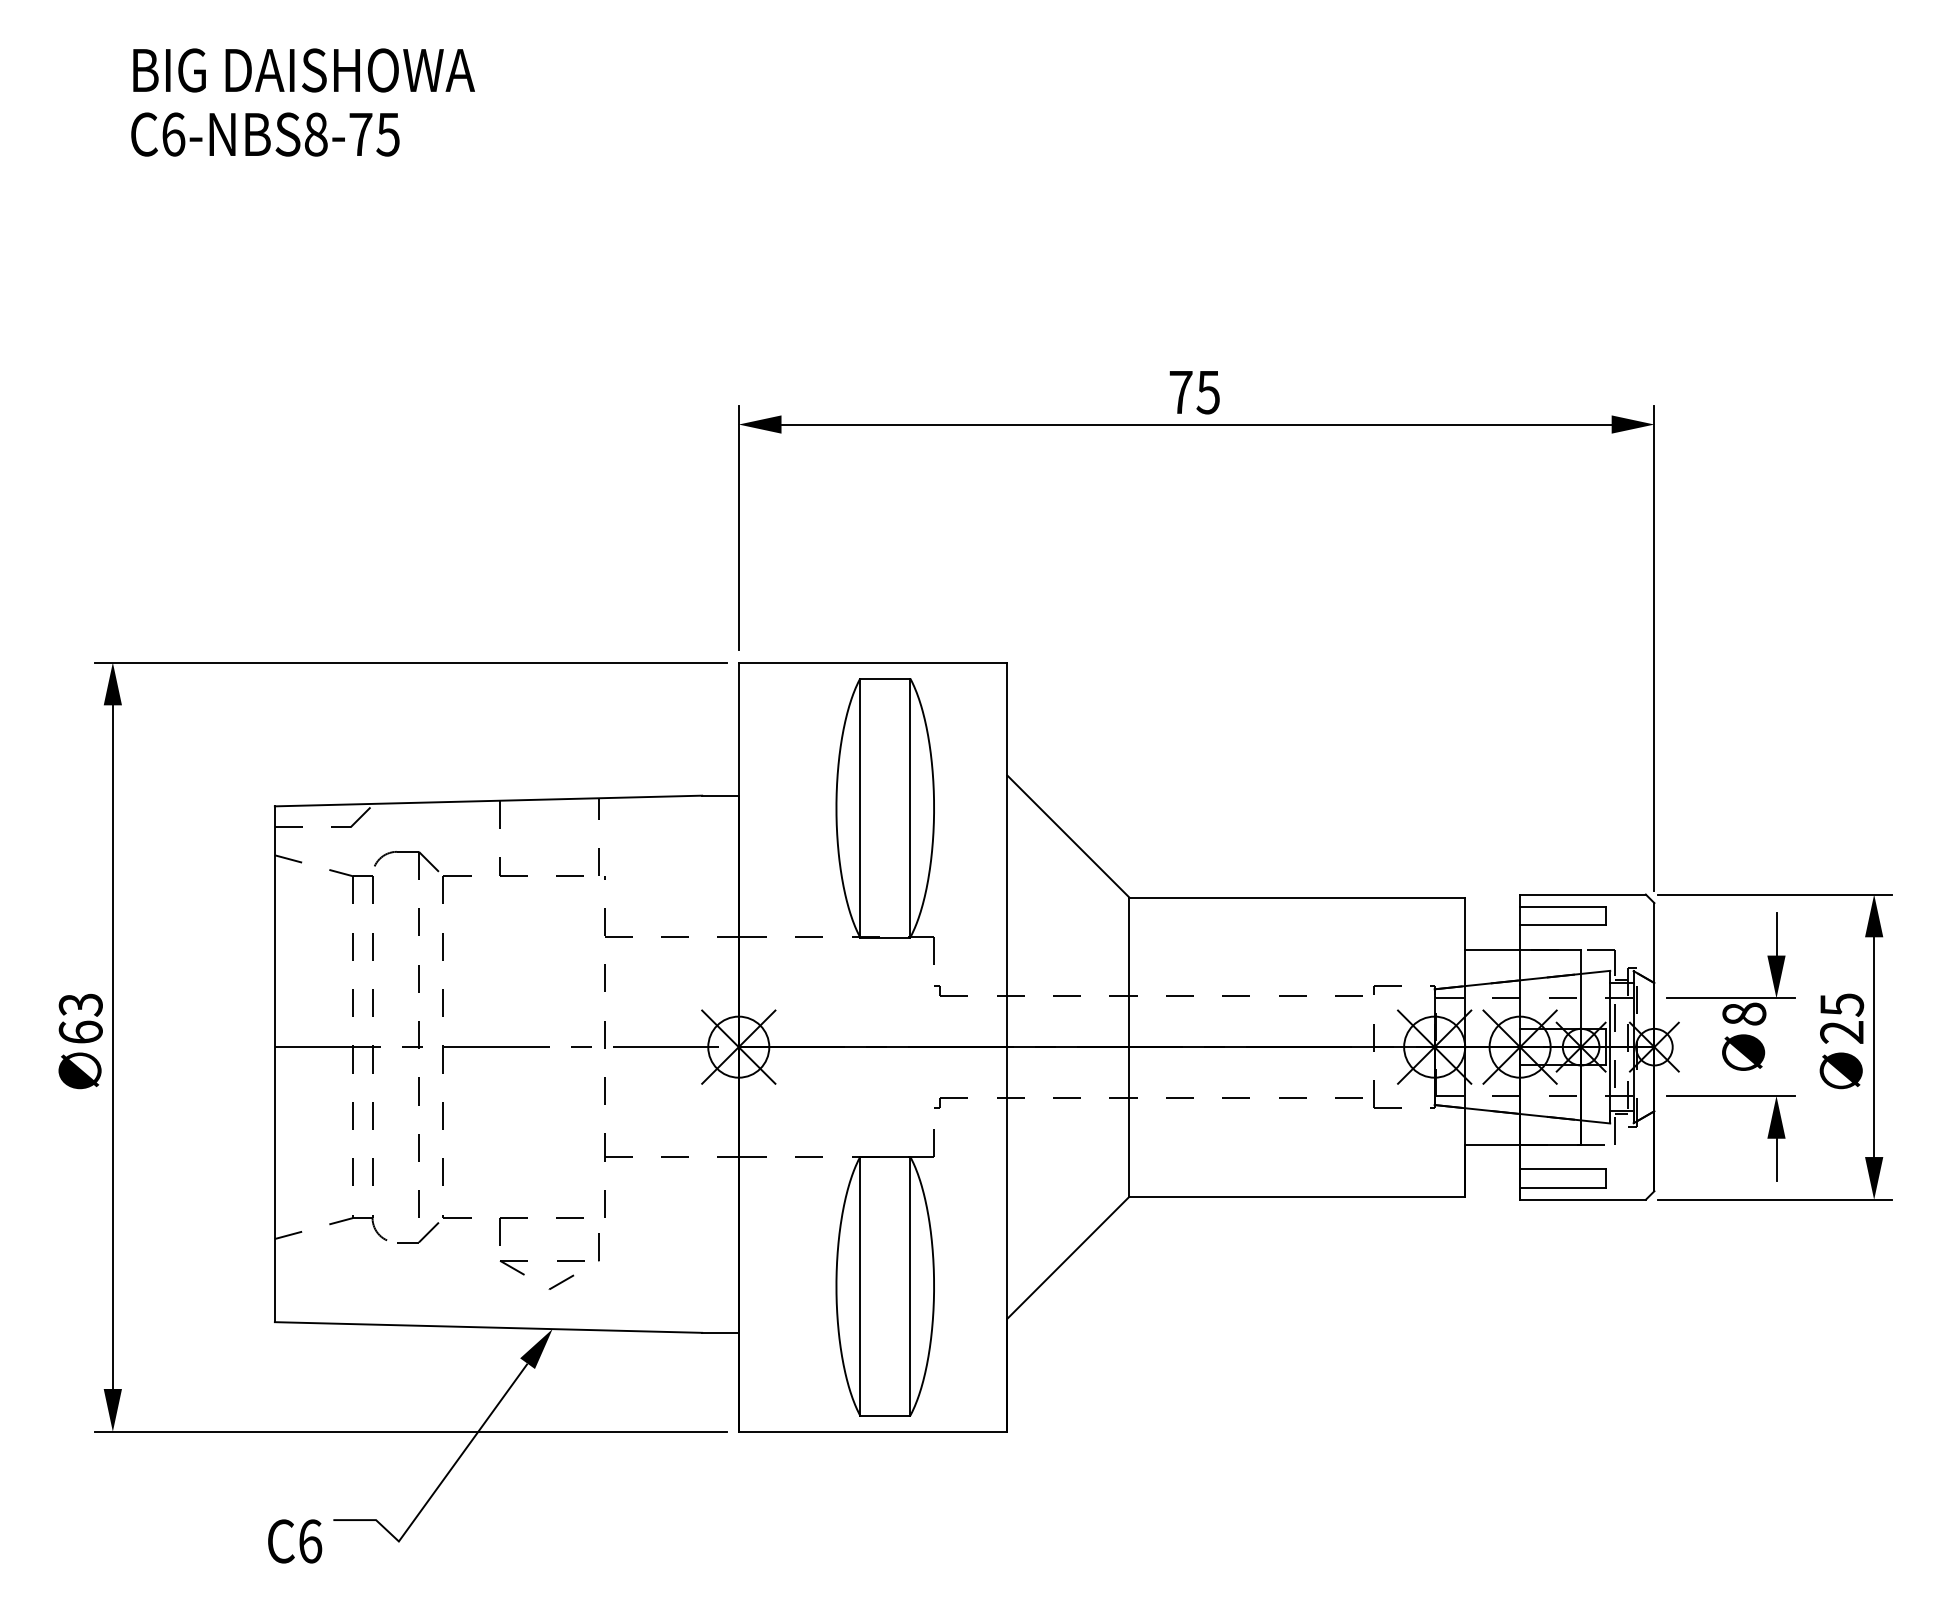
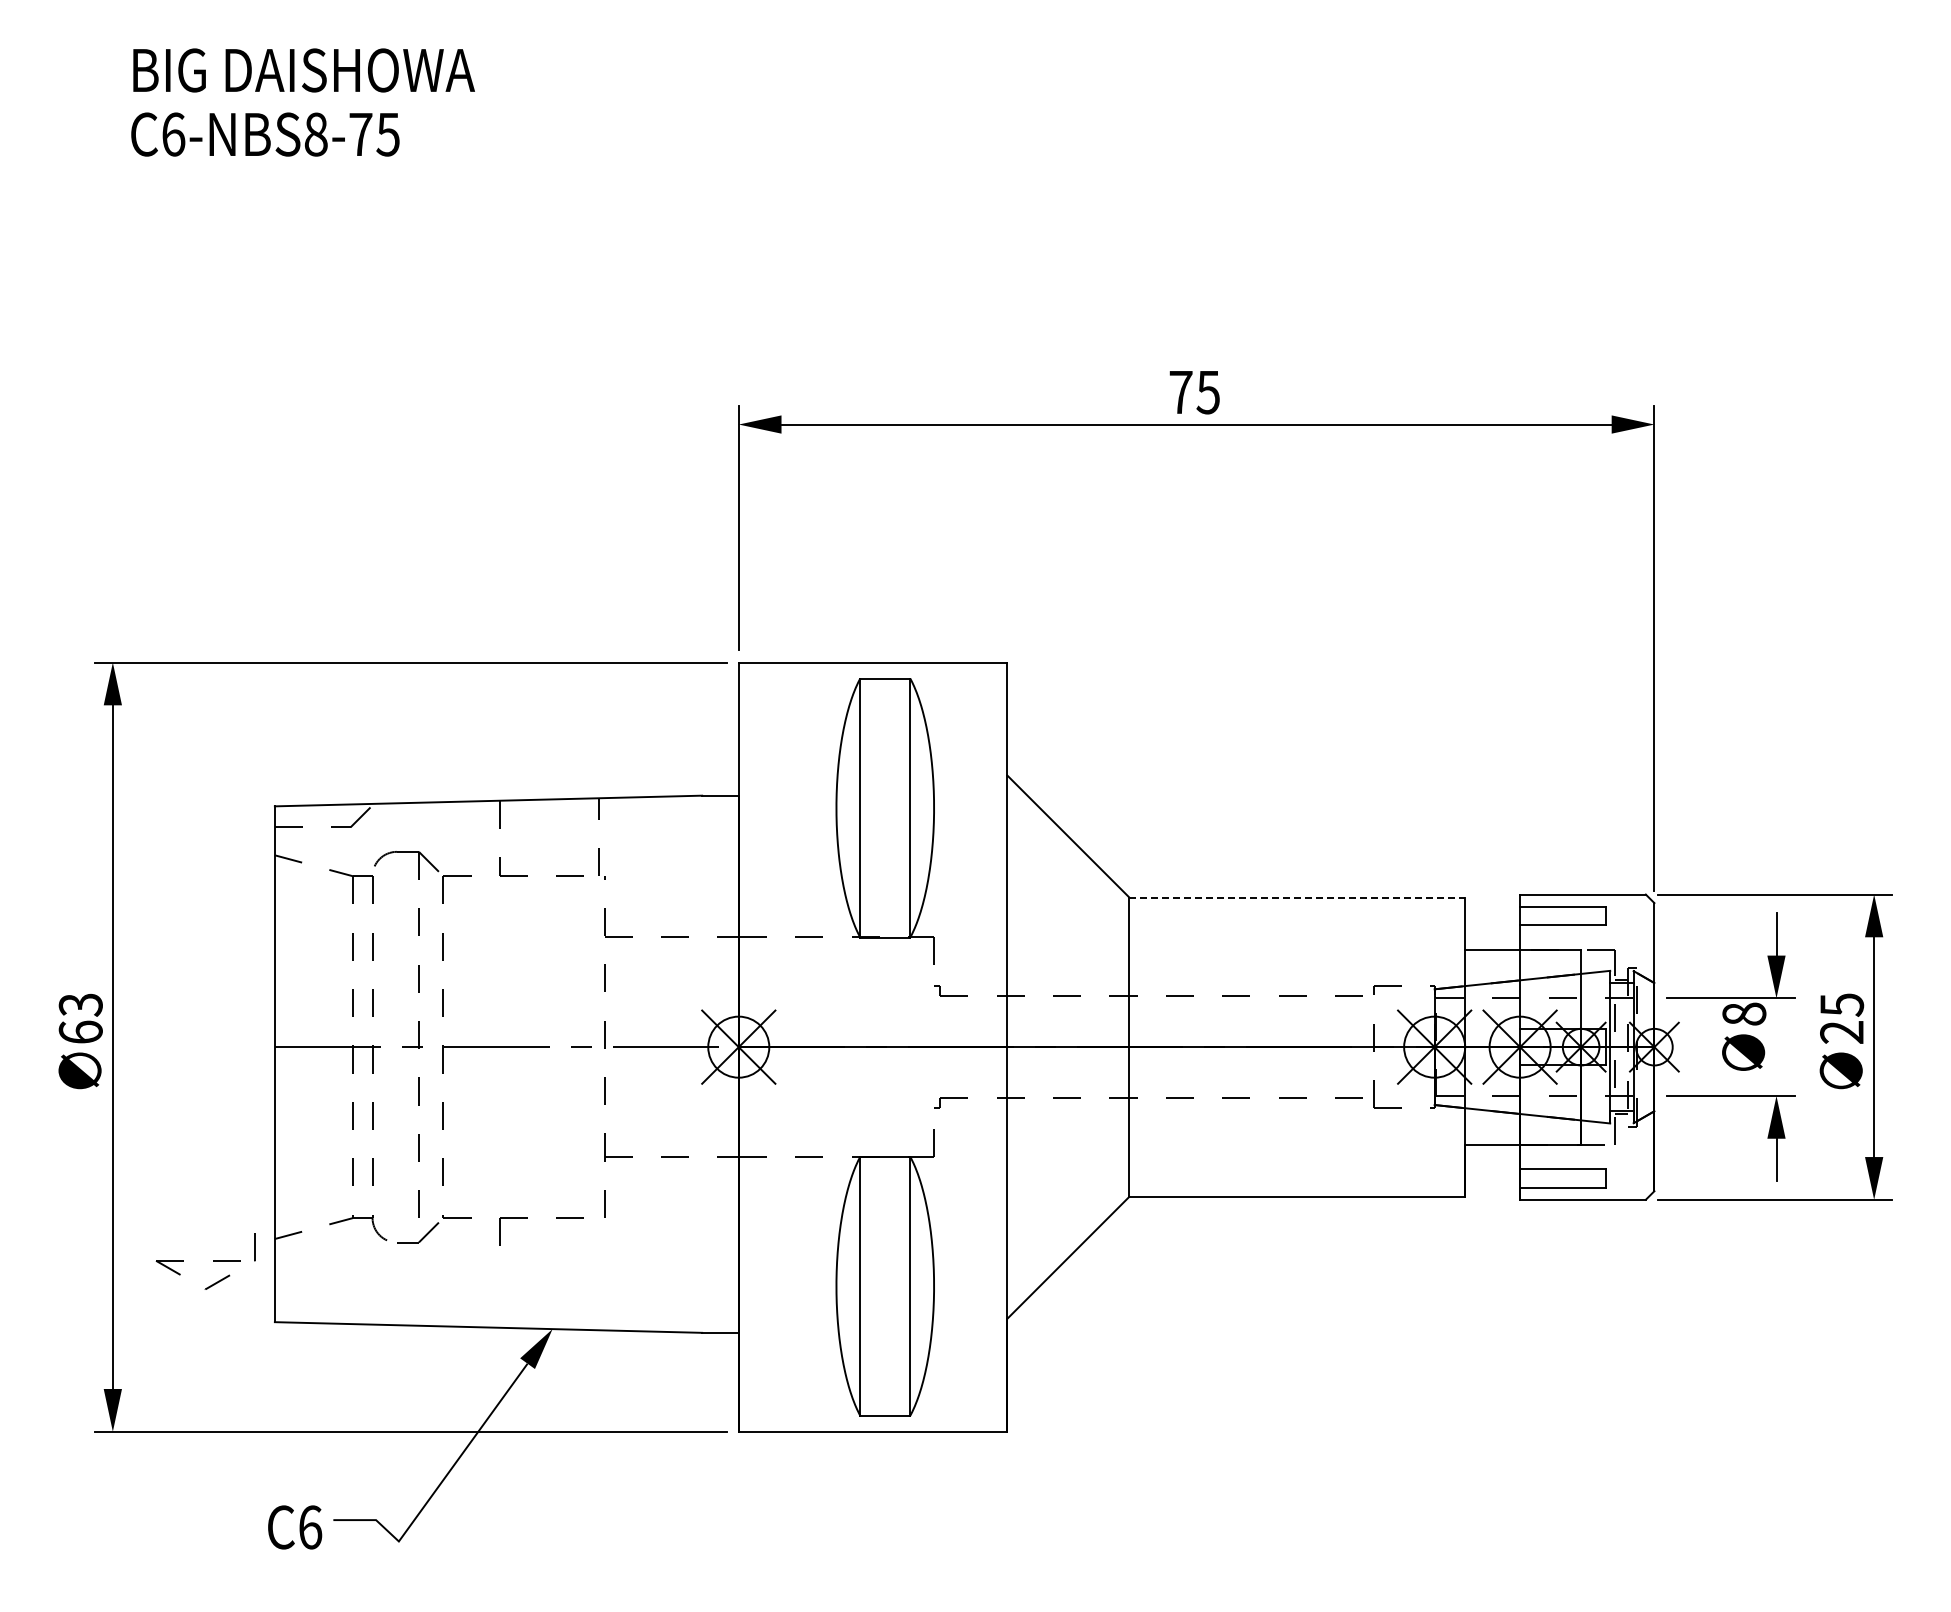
line at (1297, 897): solid -> dashed
part at (557, 1261) position: (557, 1261) -> (213, 1261)
text at (295, 1541) position: (295, 1541) -> (295, 1527)
